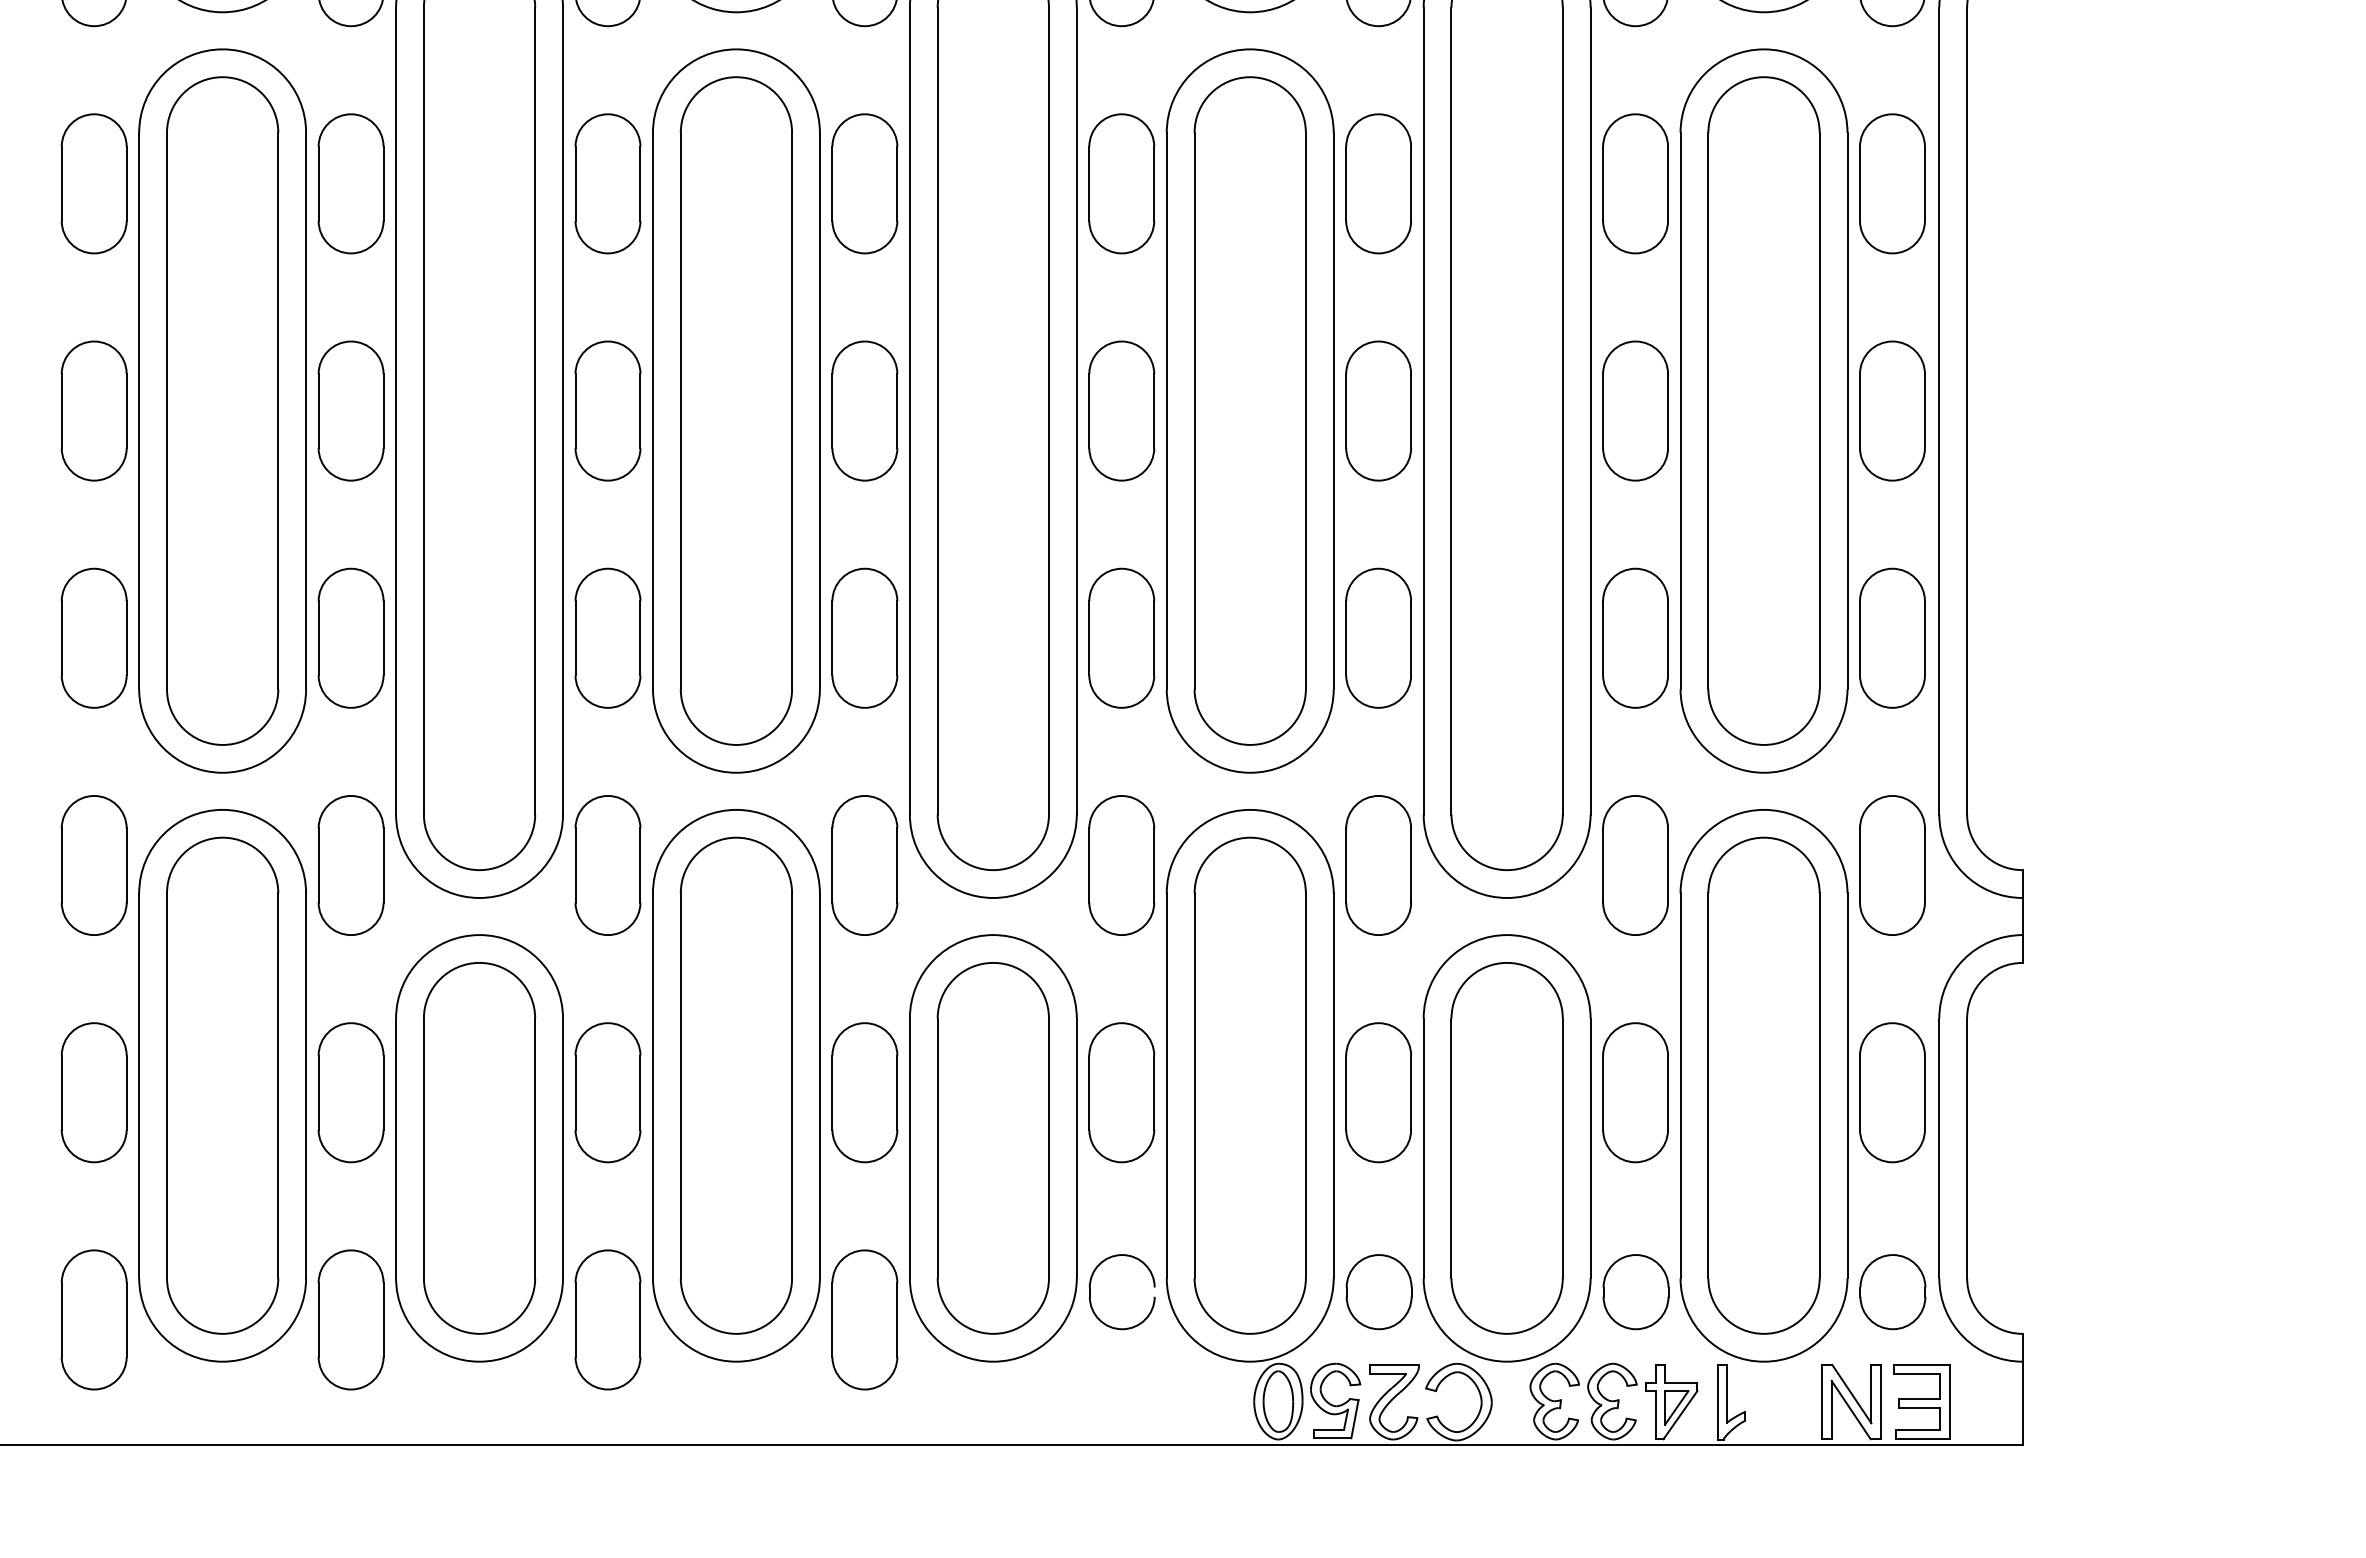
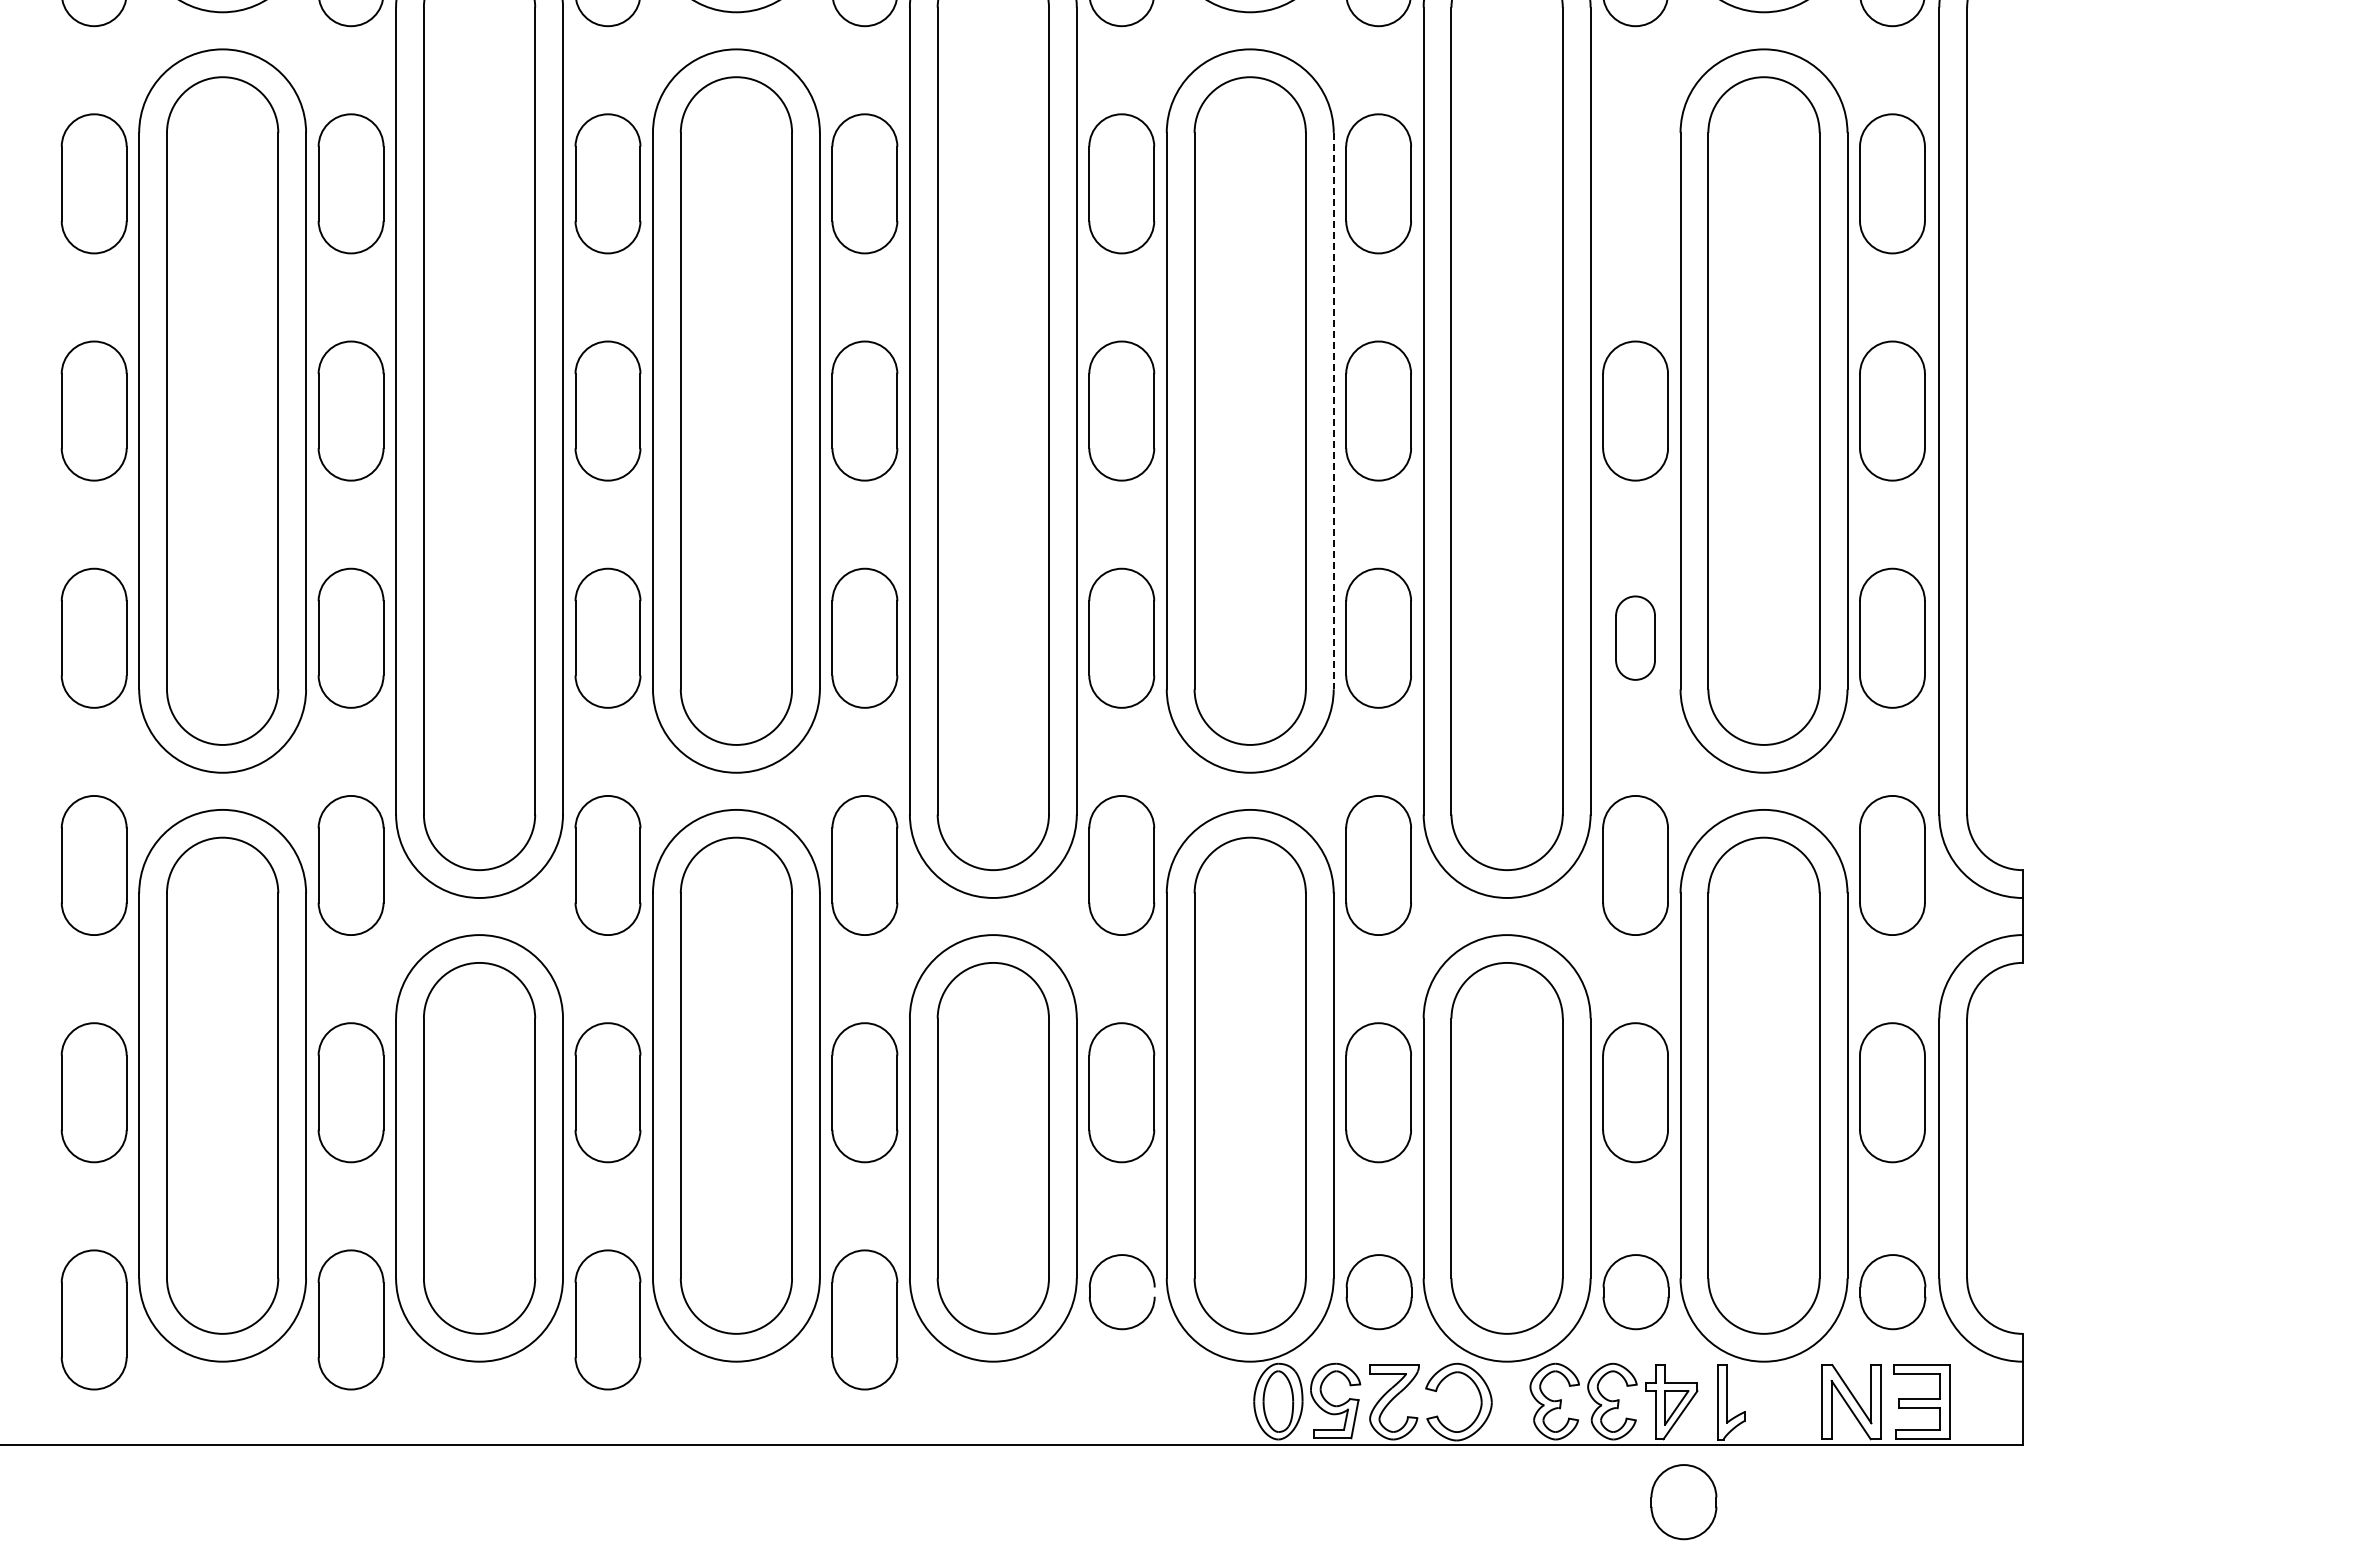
part at (1635, 183): present -> none
line at (1333, 411): solid -> dashed
part at (1635, 637) size: 67x142 px -> 41x86 px
part at (1683, 1502): none -> present
